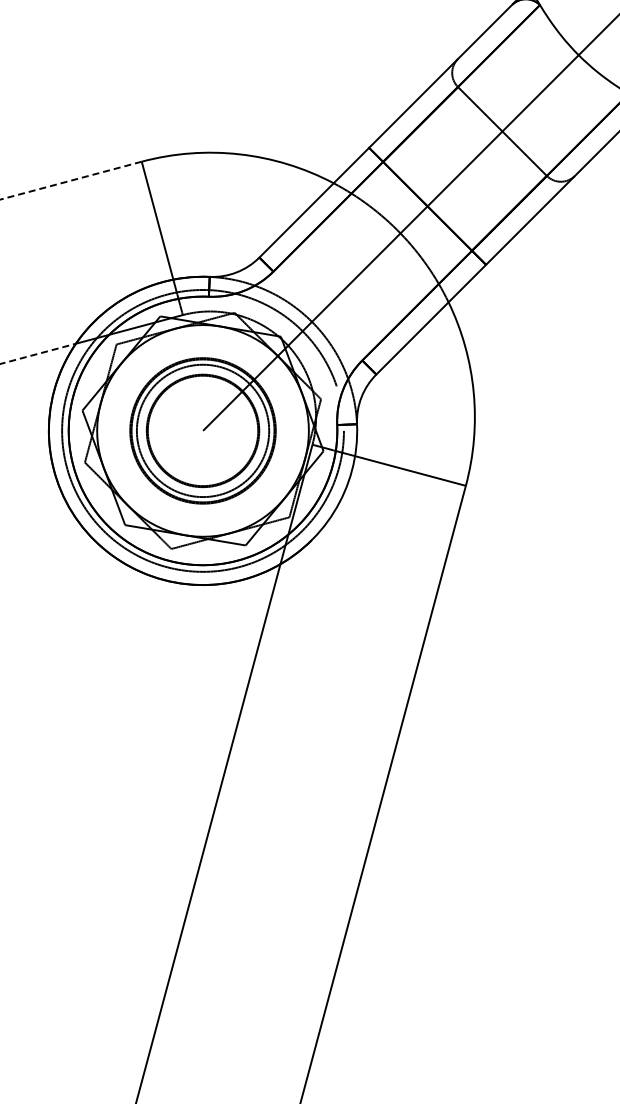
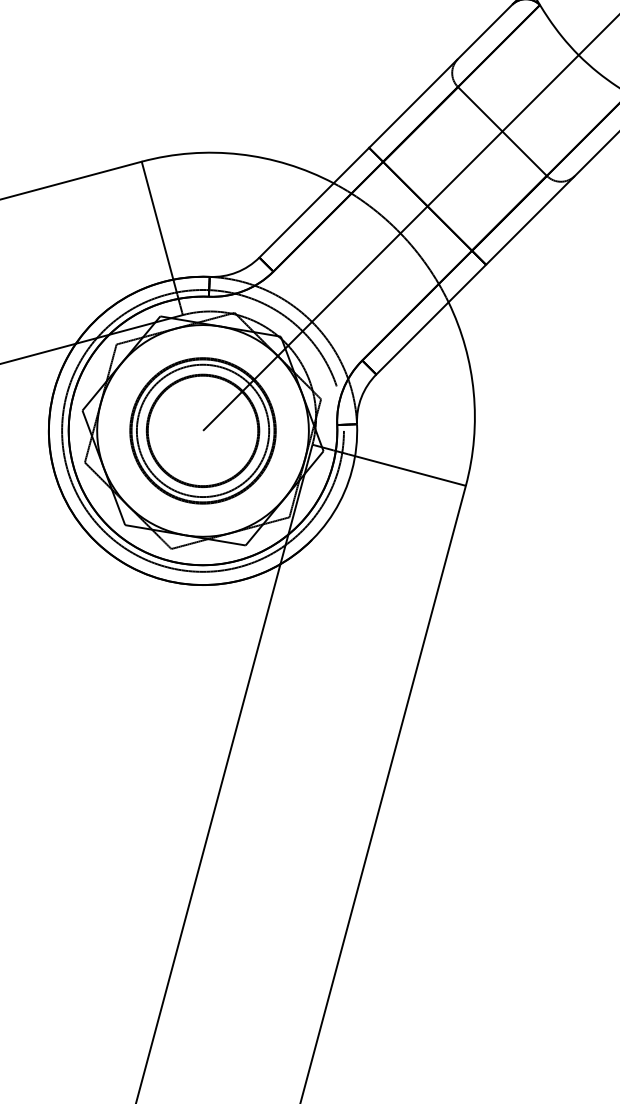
line at (71, 180): dashed -> solid
line at (38, 353): dashed -> solid
